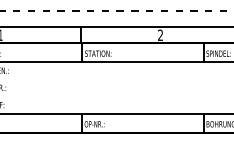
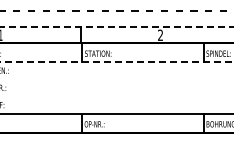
line at (116, 27): solid -> dashed
line at (116, 62): solid -> dashed
